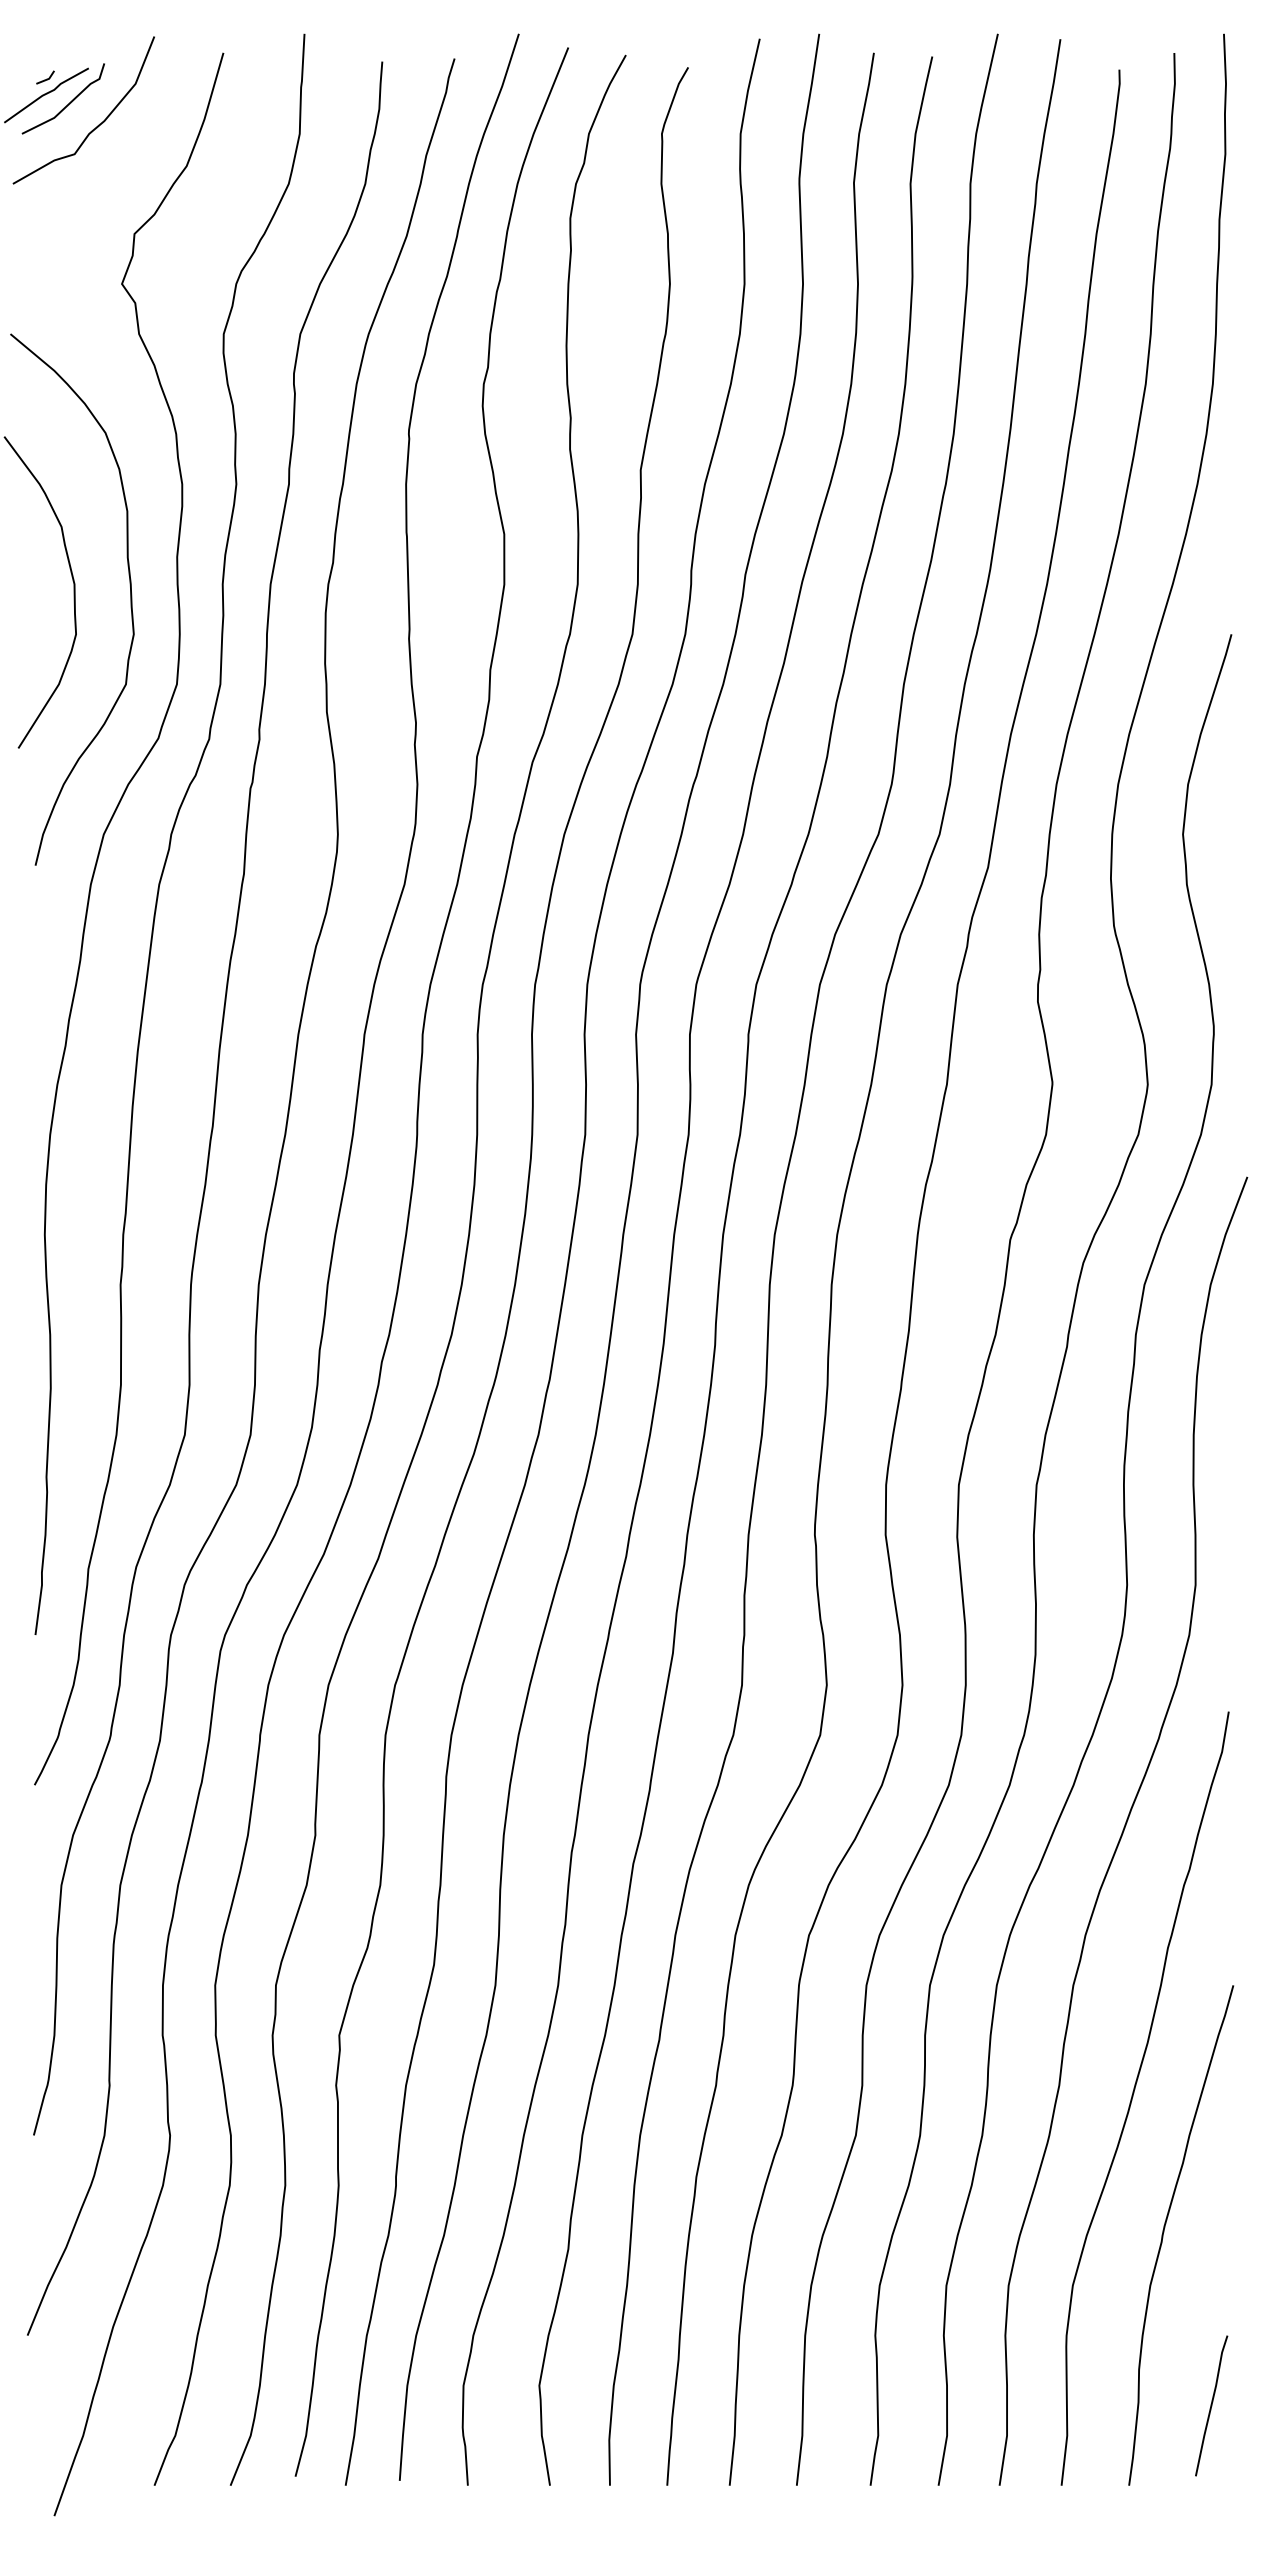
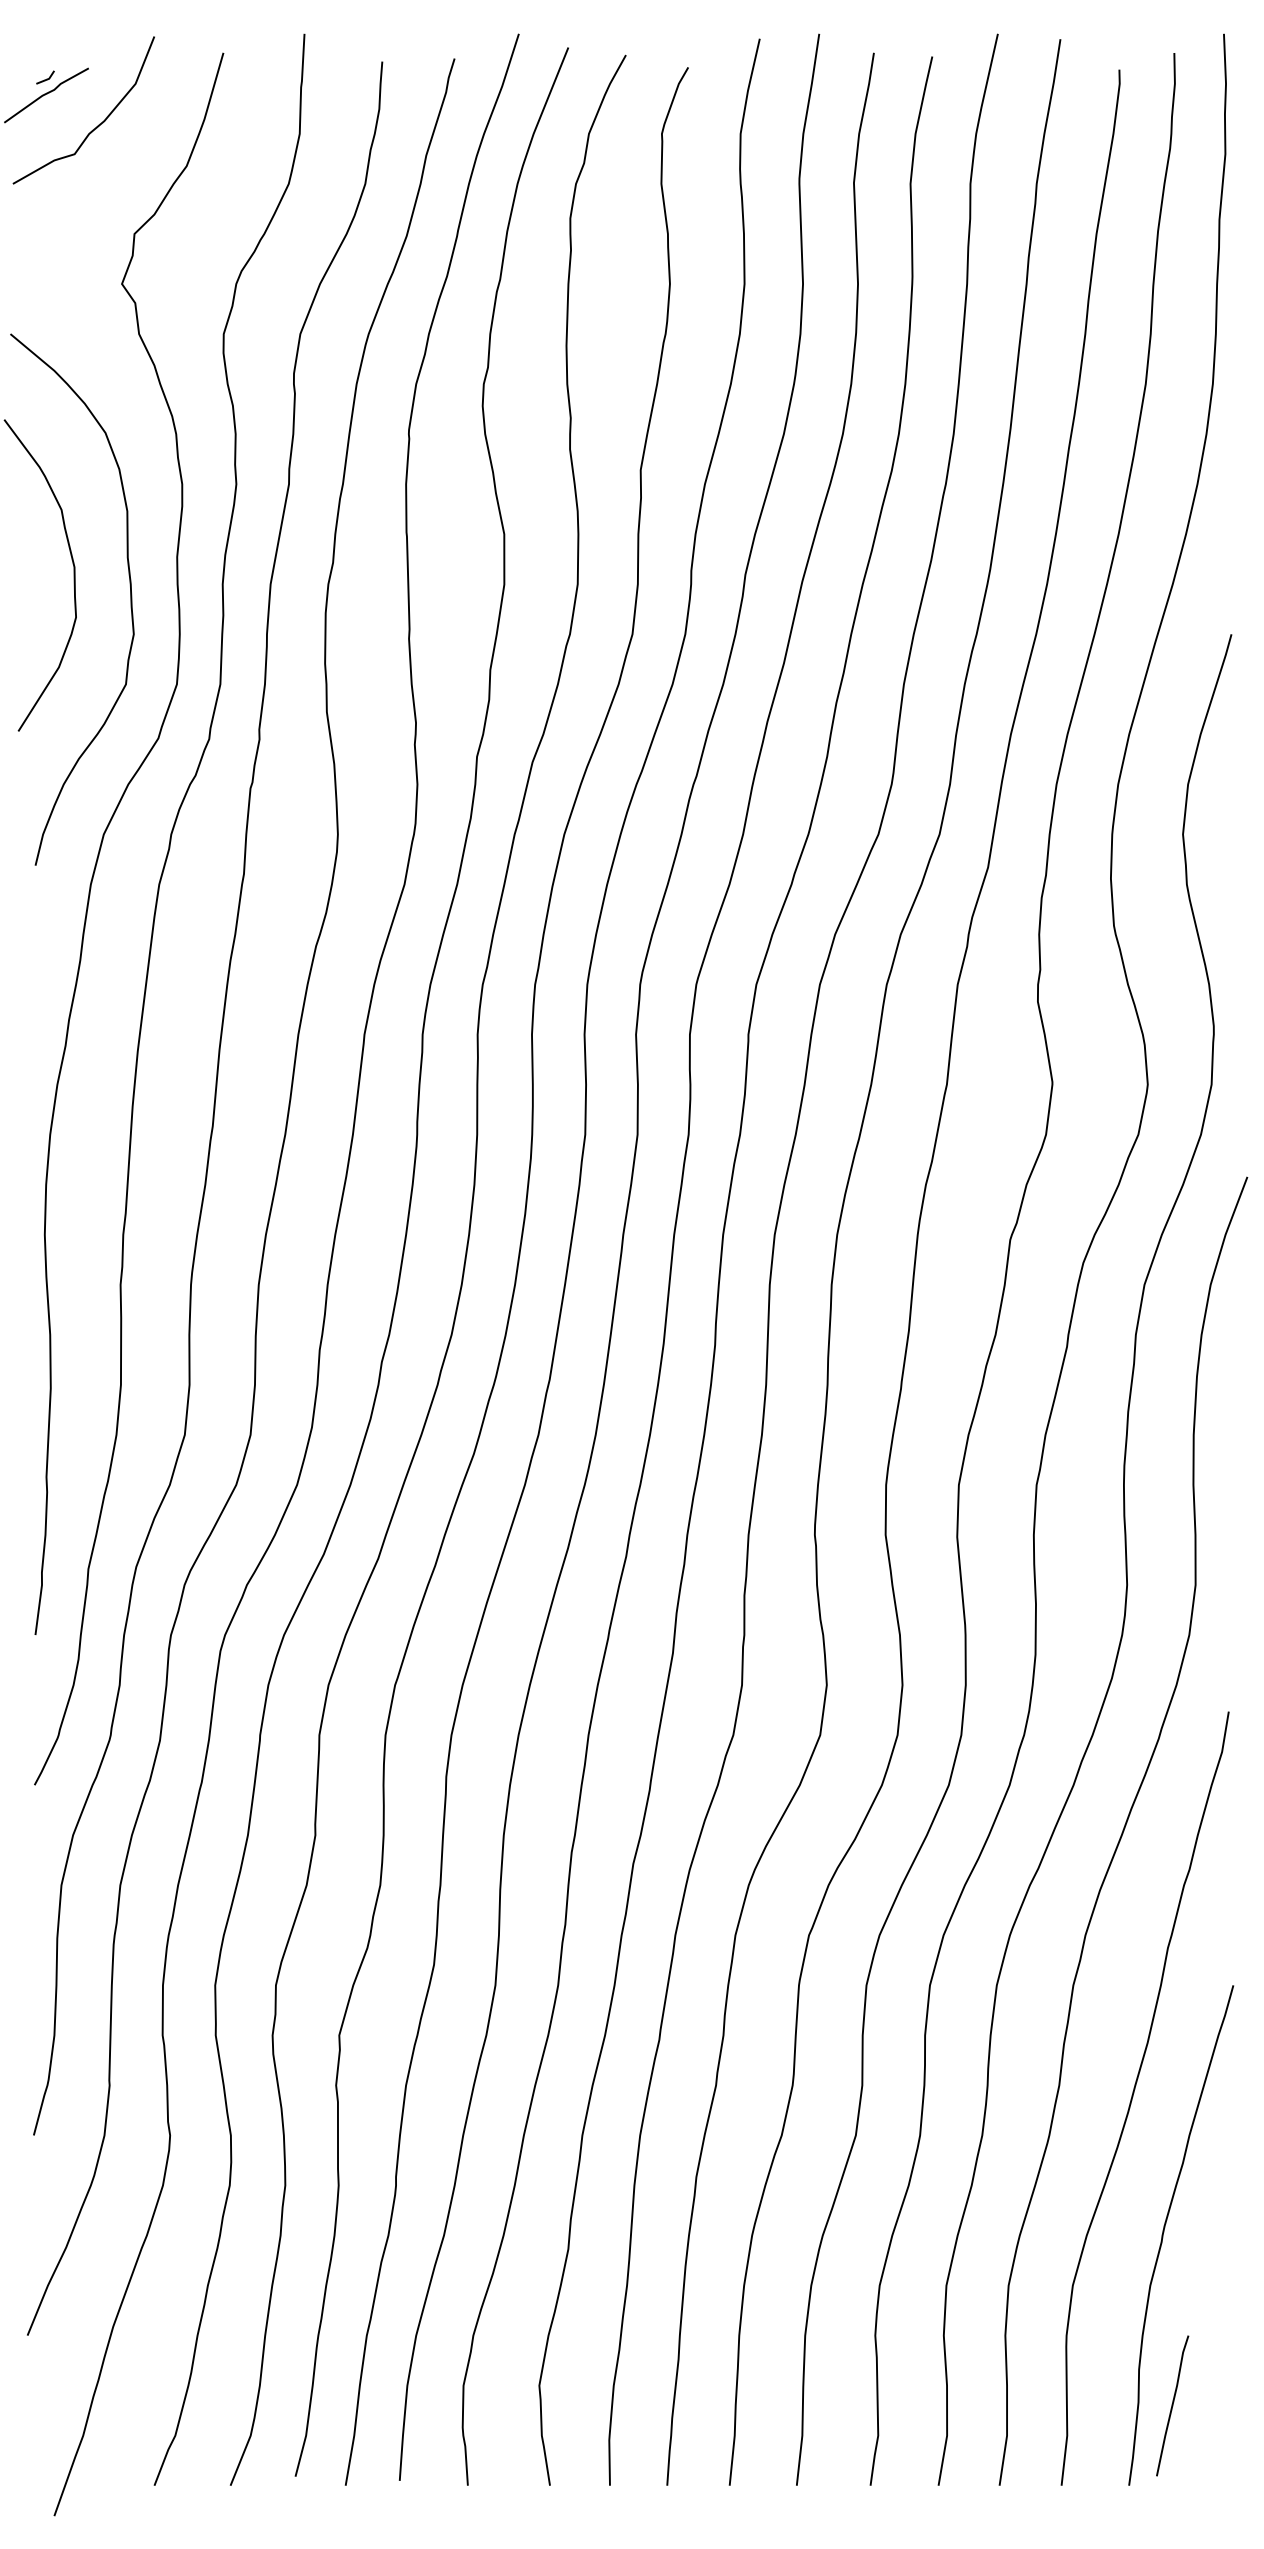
line at (68, 103): present -> none
curve at (73, 592) position: (73, 592) -> (73, 575)
line at (1211, 2405) position: (1211, 2405) -> (1172, 2405)
